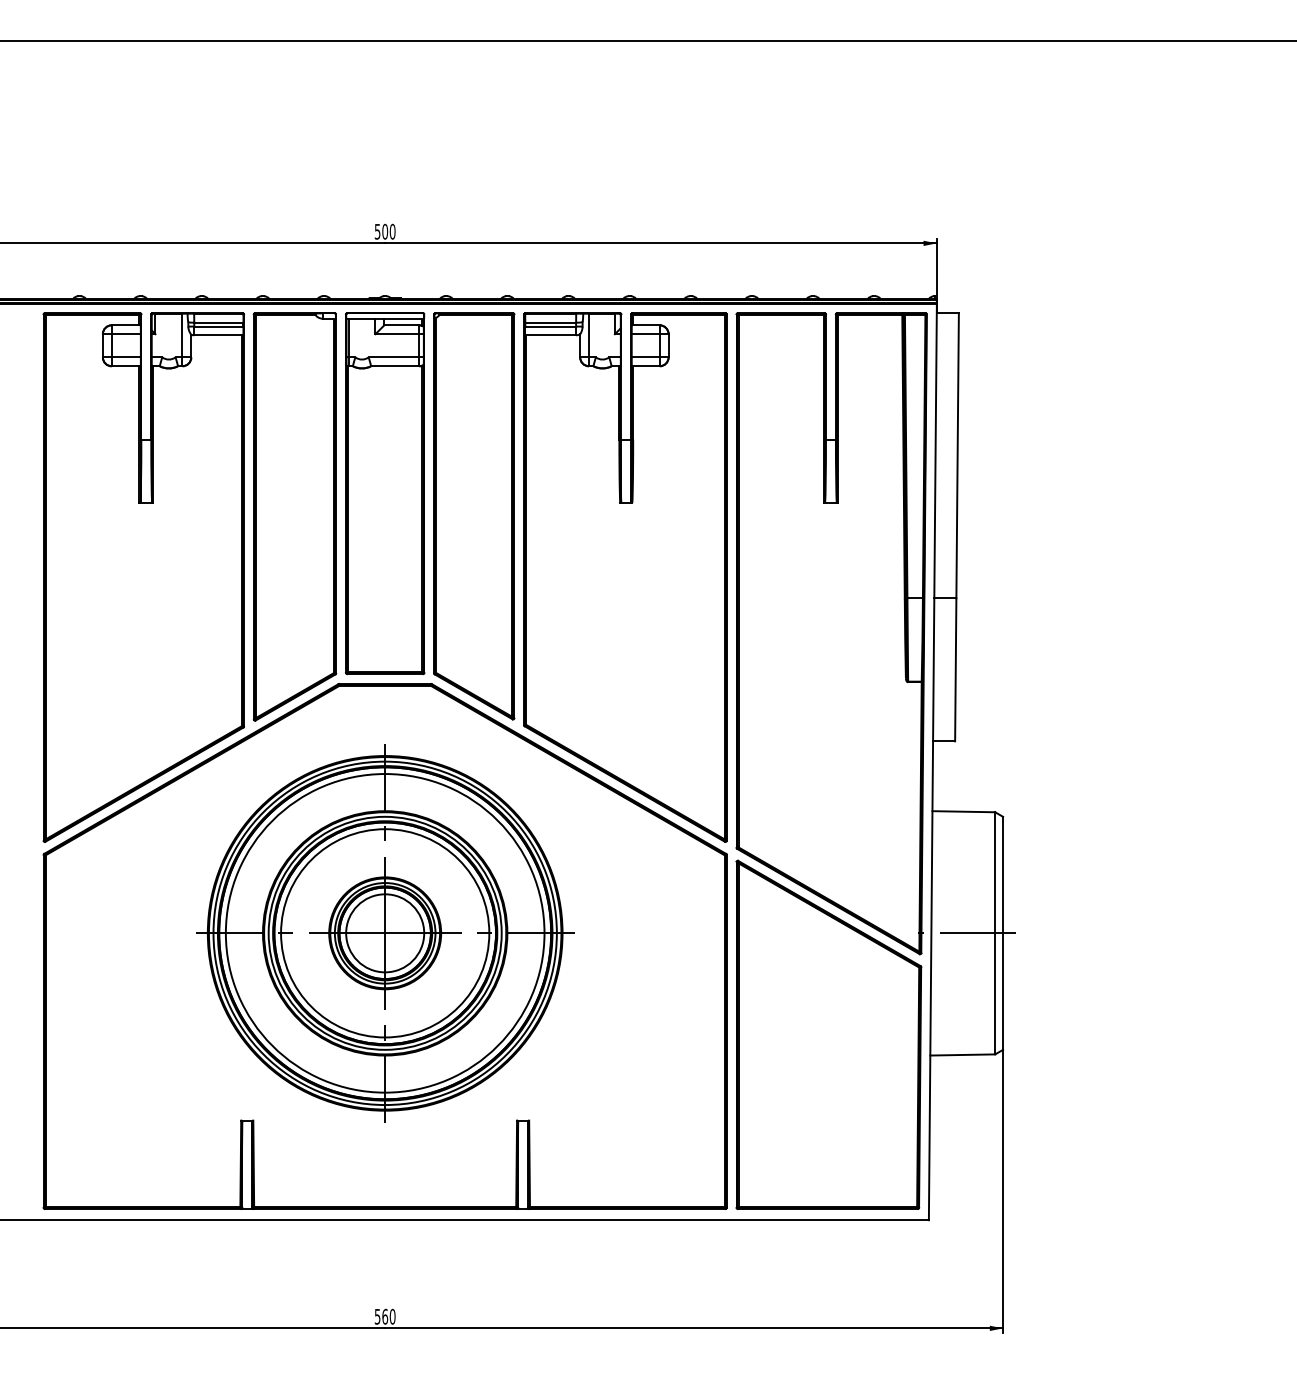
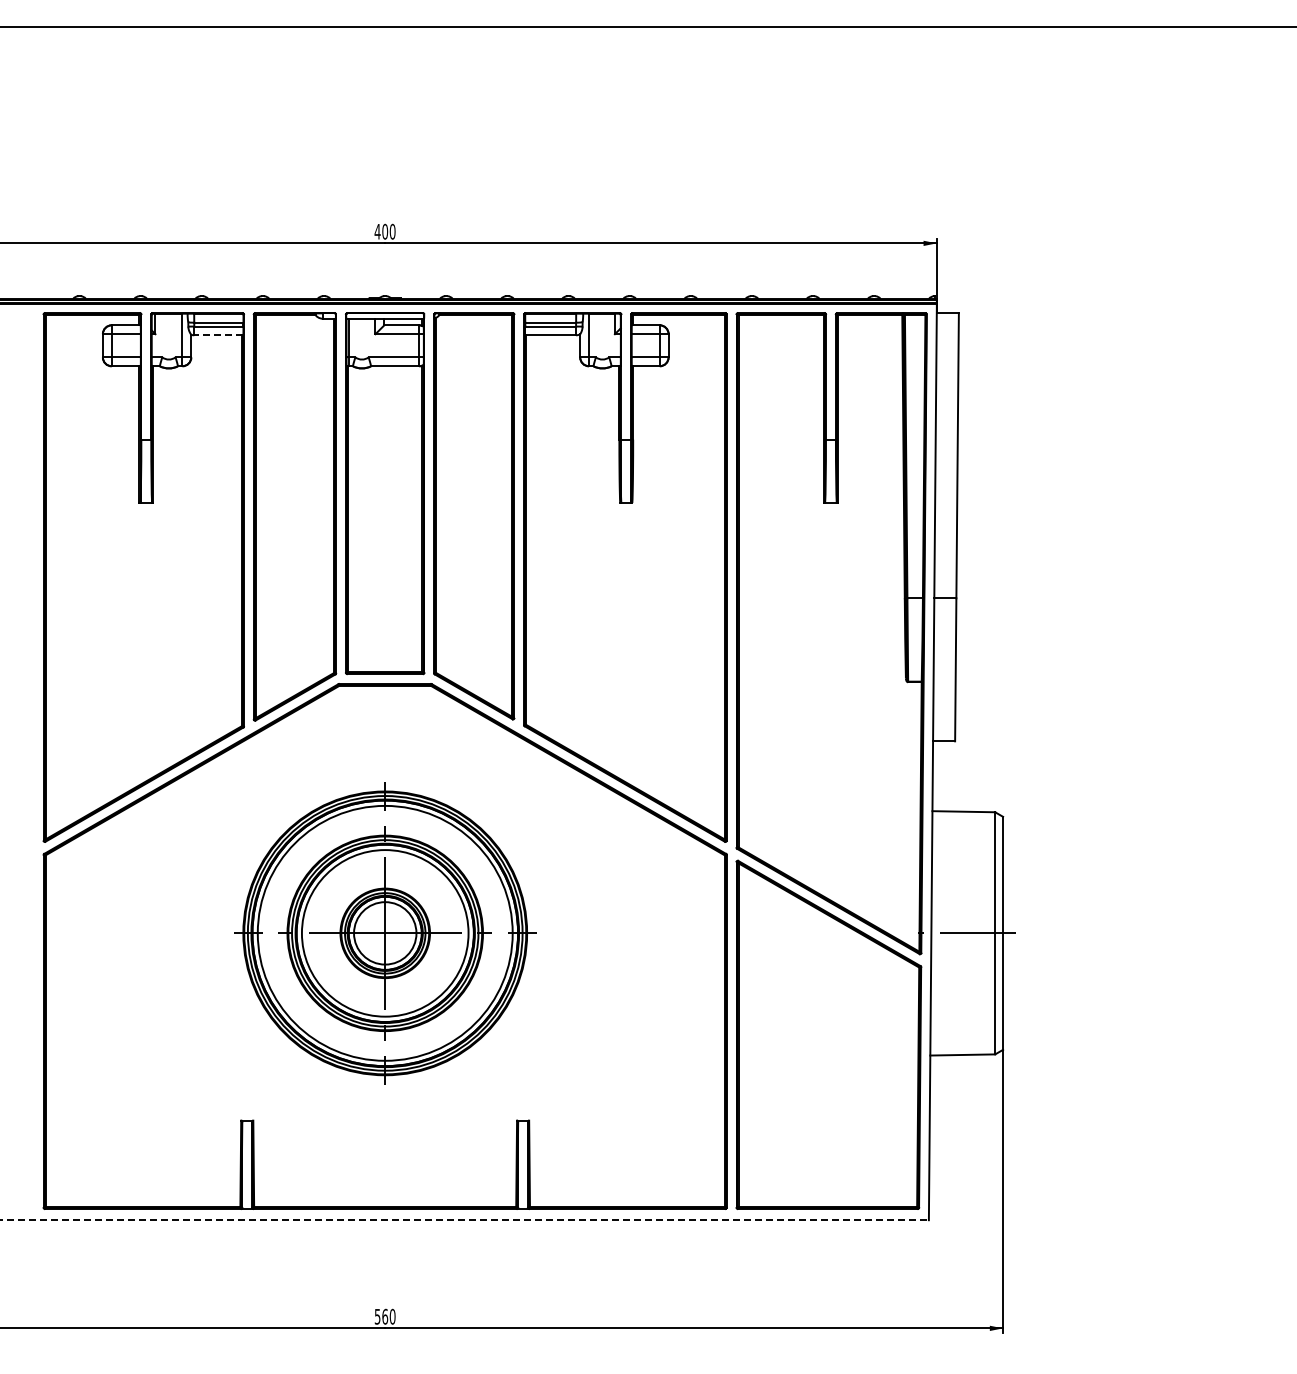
line at (647, 41) position: (647, 41) -> (647, 27)
text at (377, 231): 500 -> 400
line at (218, 335): solid -> dashed
part at (385, 933) size: 379x379 px -> 303x303 px
line at (465, 1220): solid -> dashed
